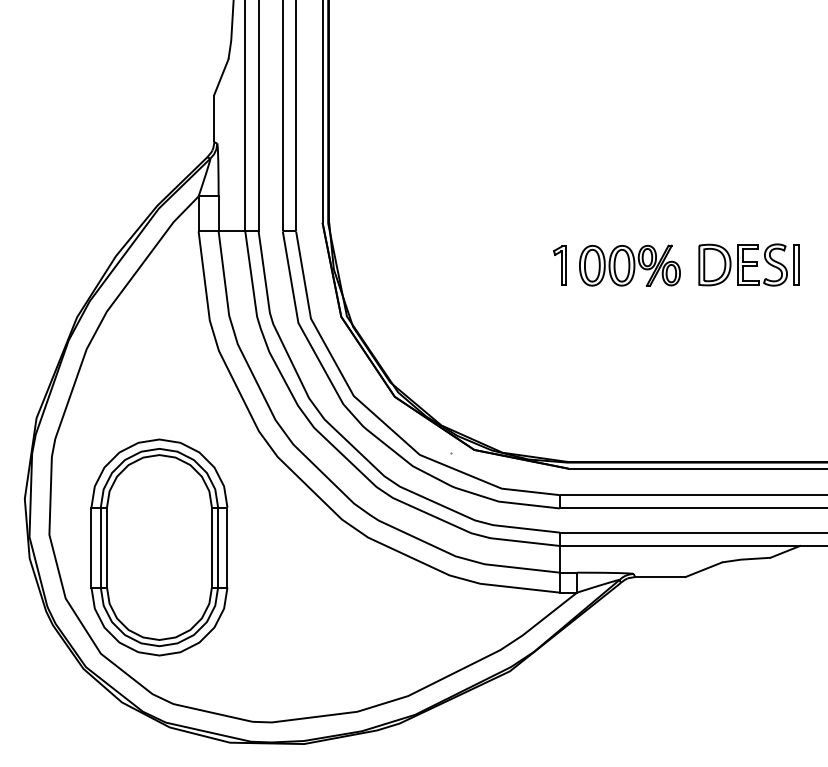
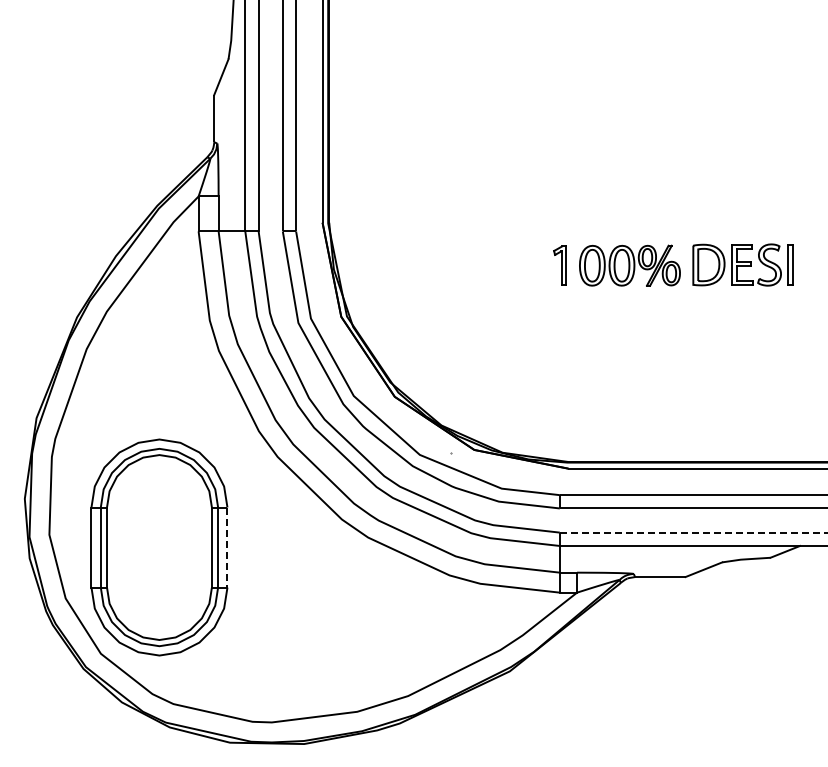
part at (748, 264) position: (748, 264) -> (742, 264)
line at (693, 532): solid -> dashed
line at (227, 548): solid -> dashed
